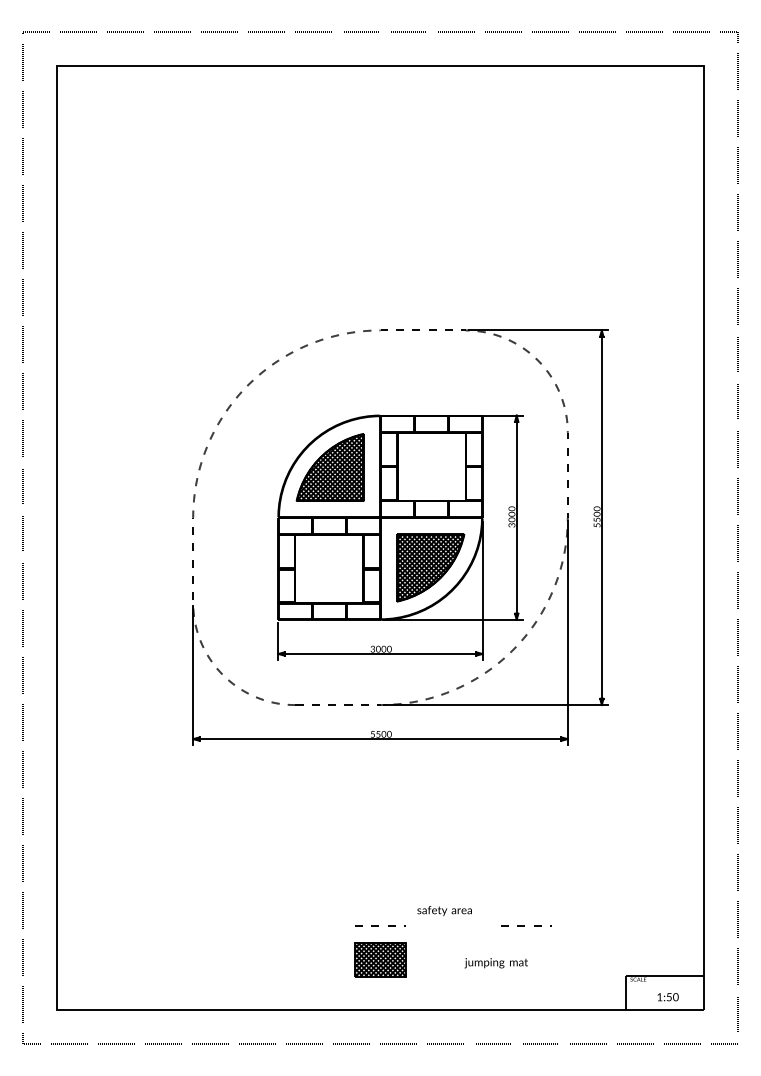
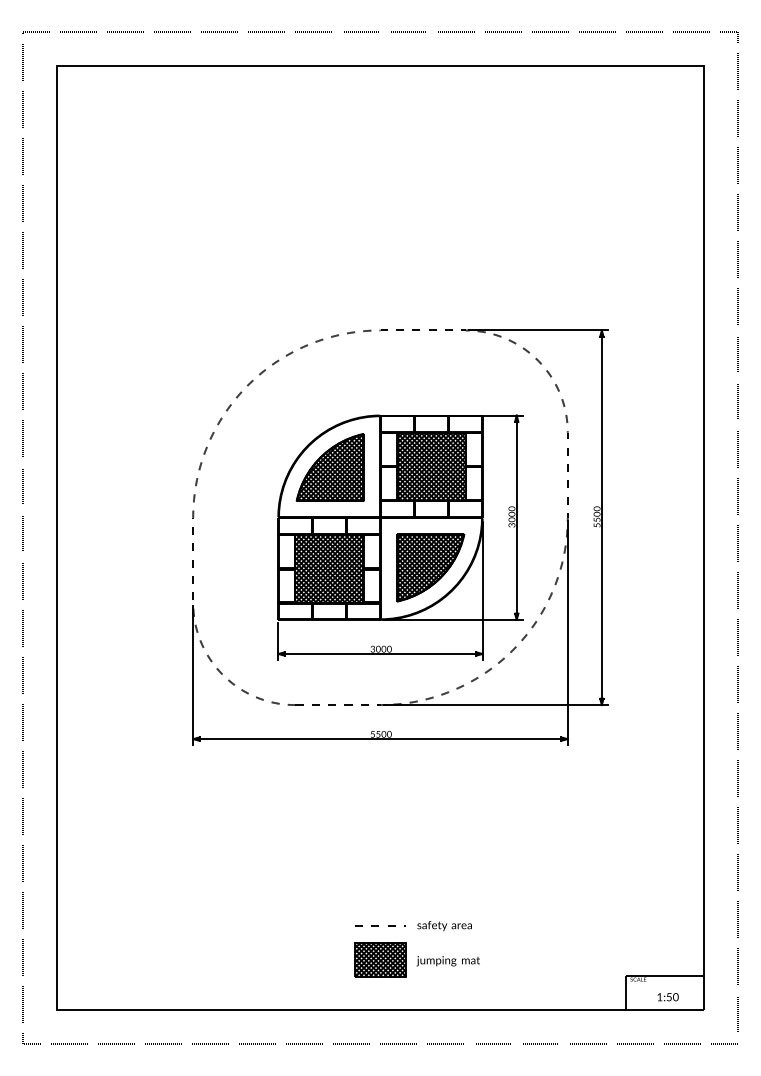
hatch at (431, 466): none -> present
hatch at (329, 568): none -> present
text at (444, 911) position: (444, 911) -> (444, 926)
line at (524, 925): present -> none
text at (495, 963) position: (495, 963) -> (447, 961)
